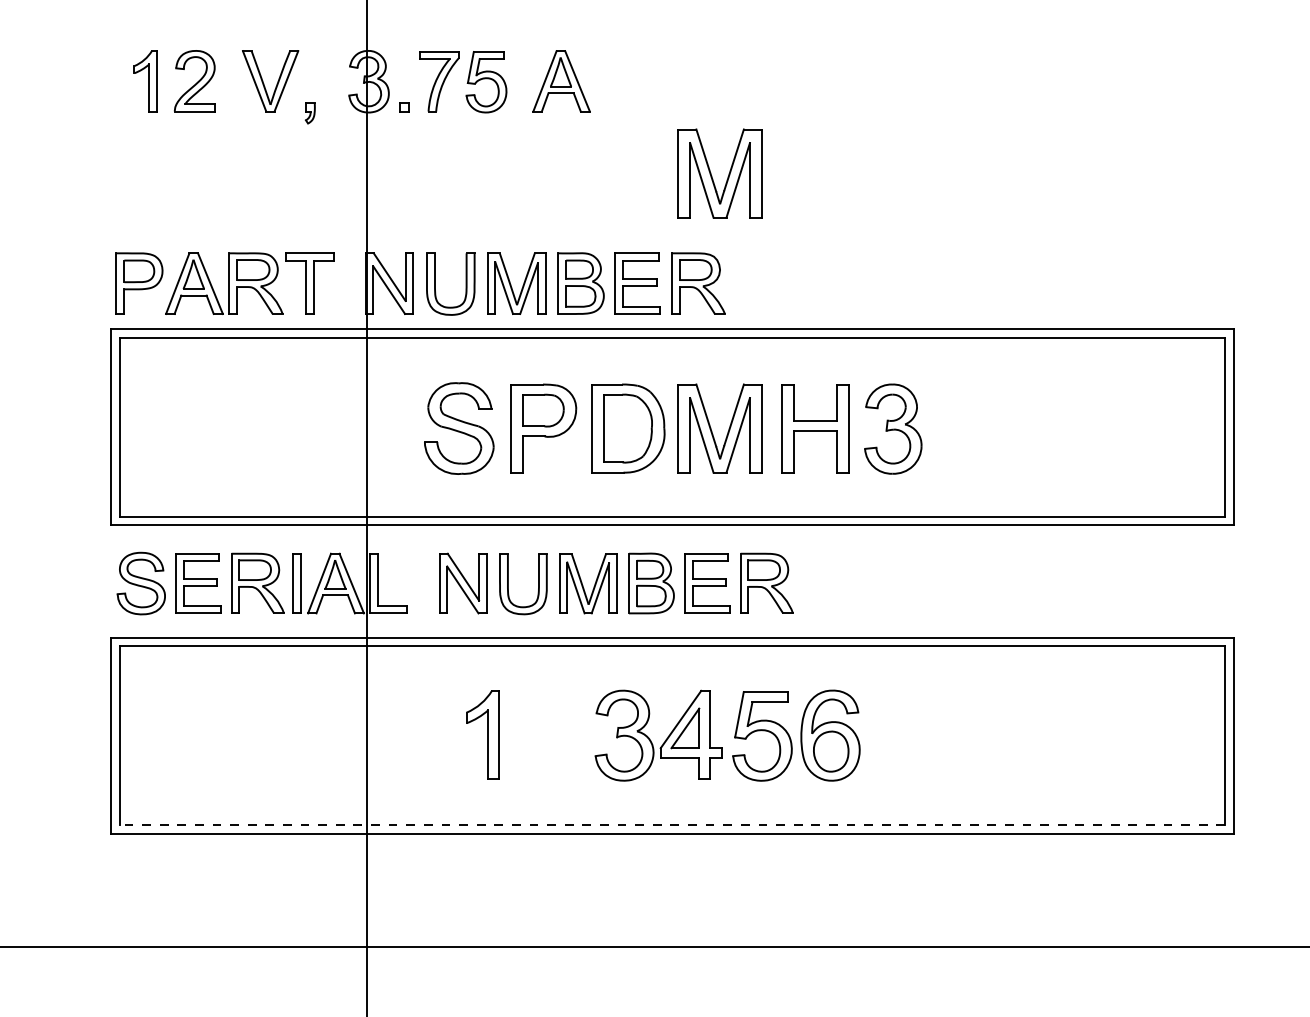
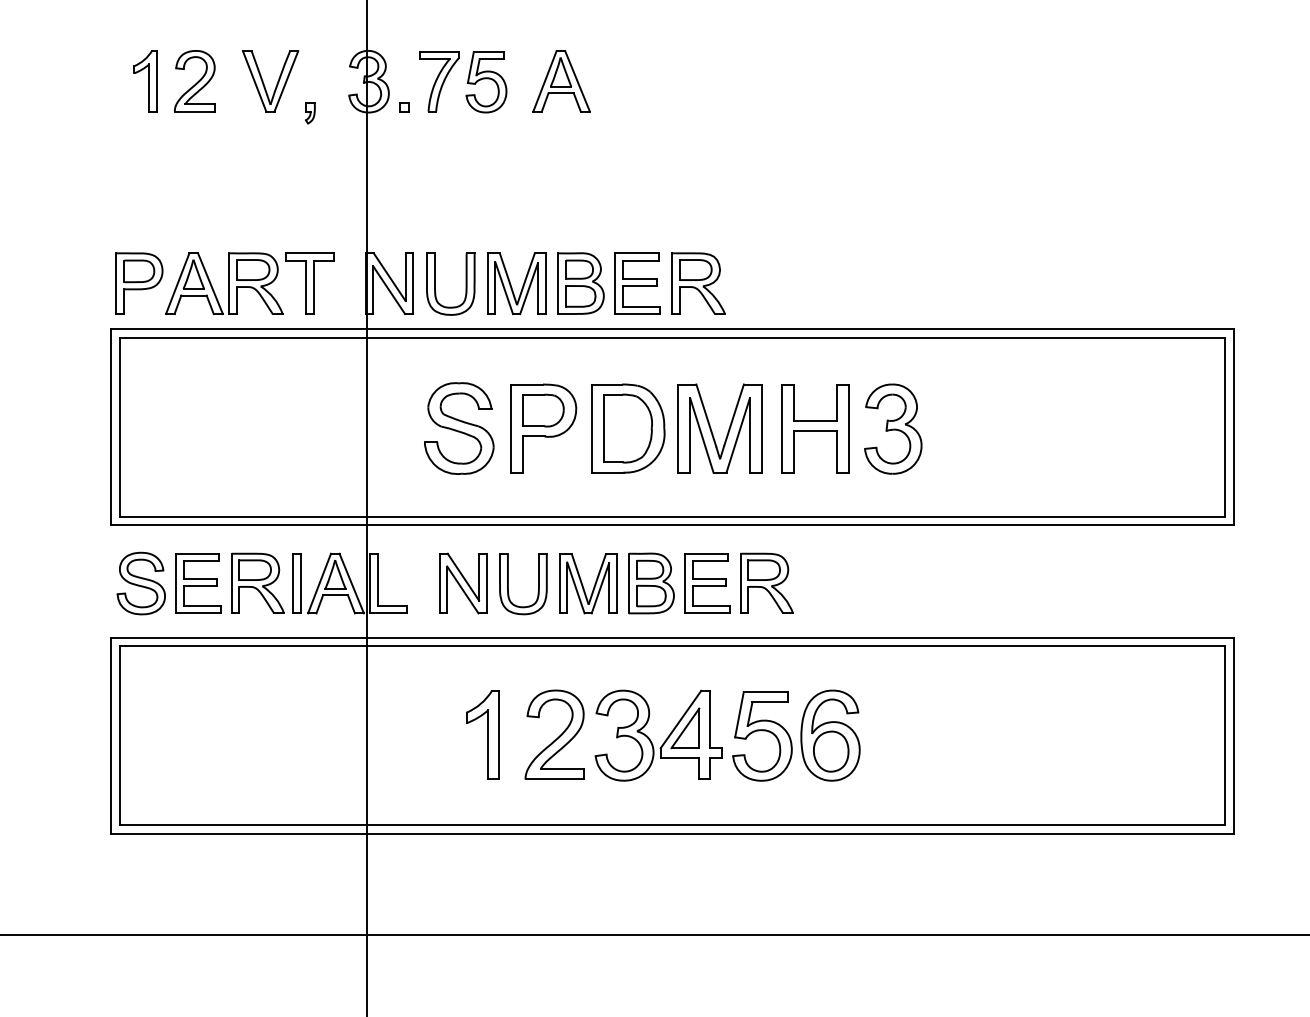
part at (712, 176): present -> none
part at (554, 734): none -> present
line at (672, 824): dashed -> solid
line at (654, 946) position: (654, 946) -> (654, 934)
